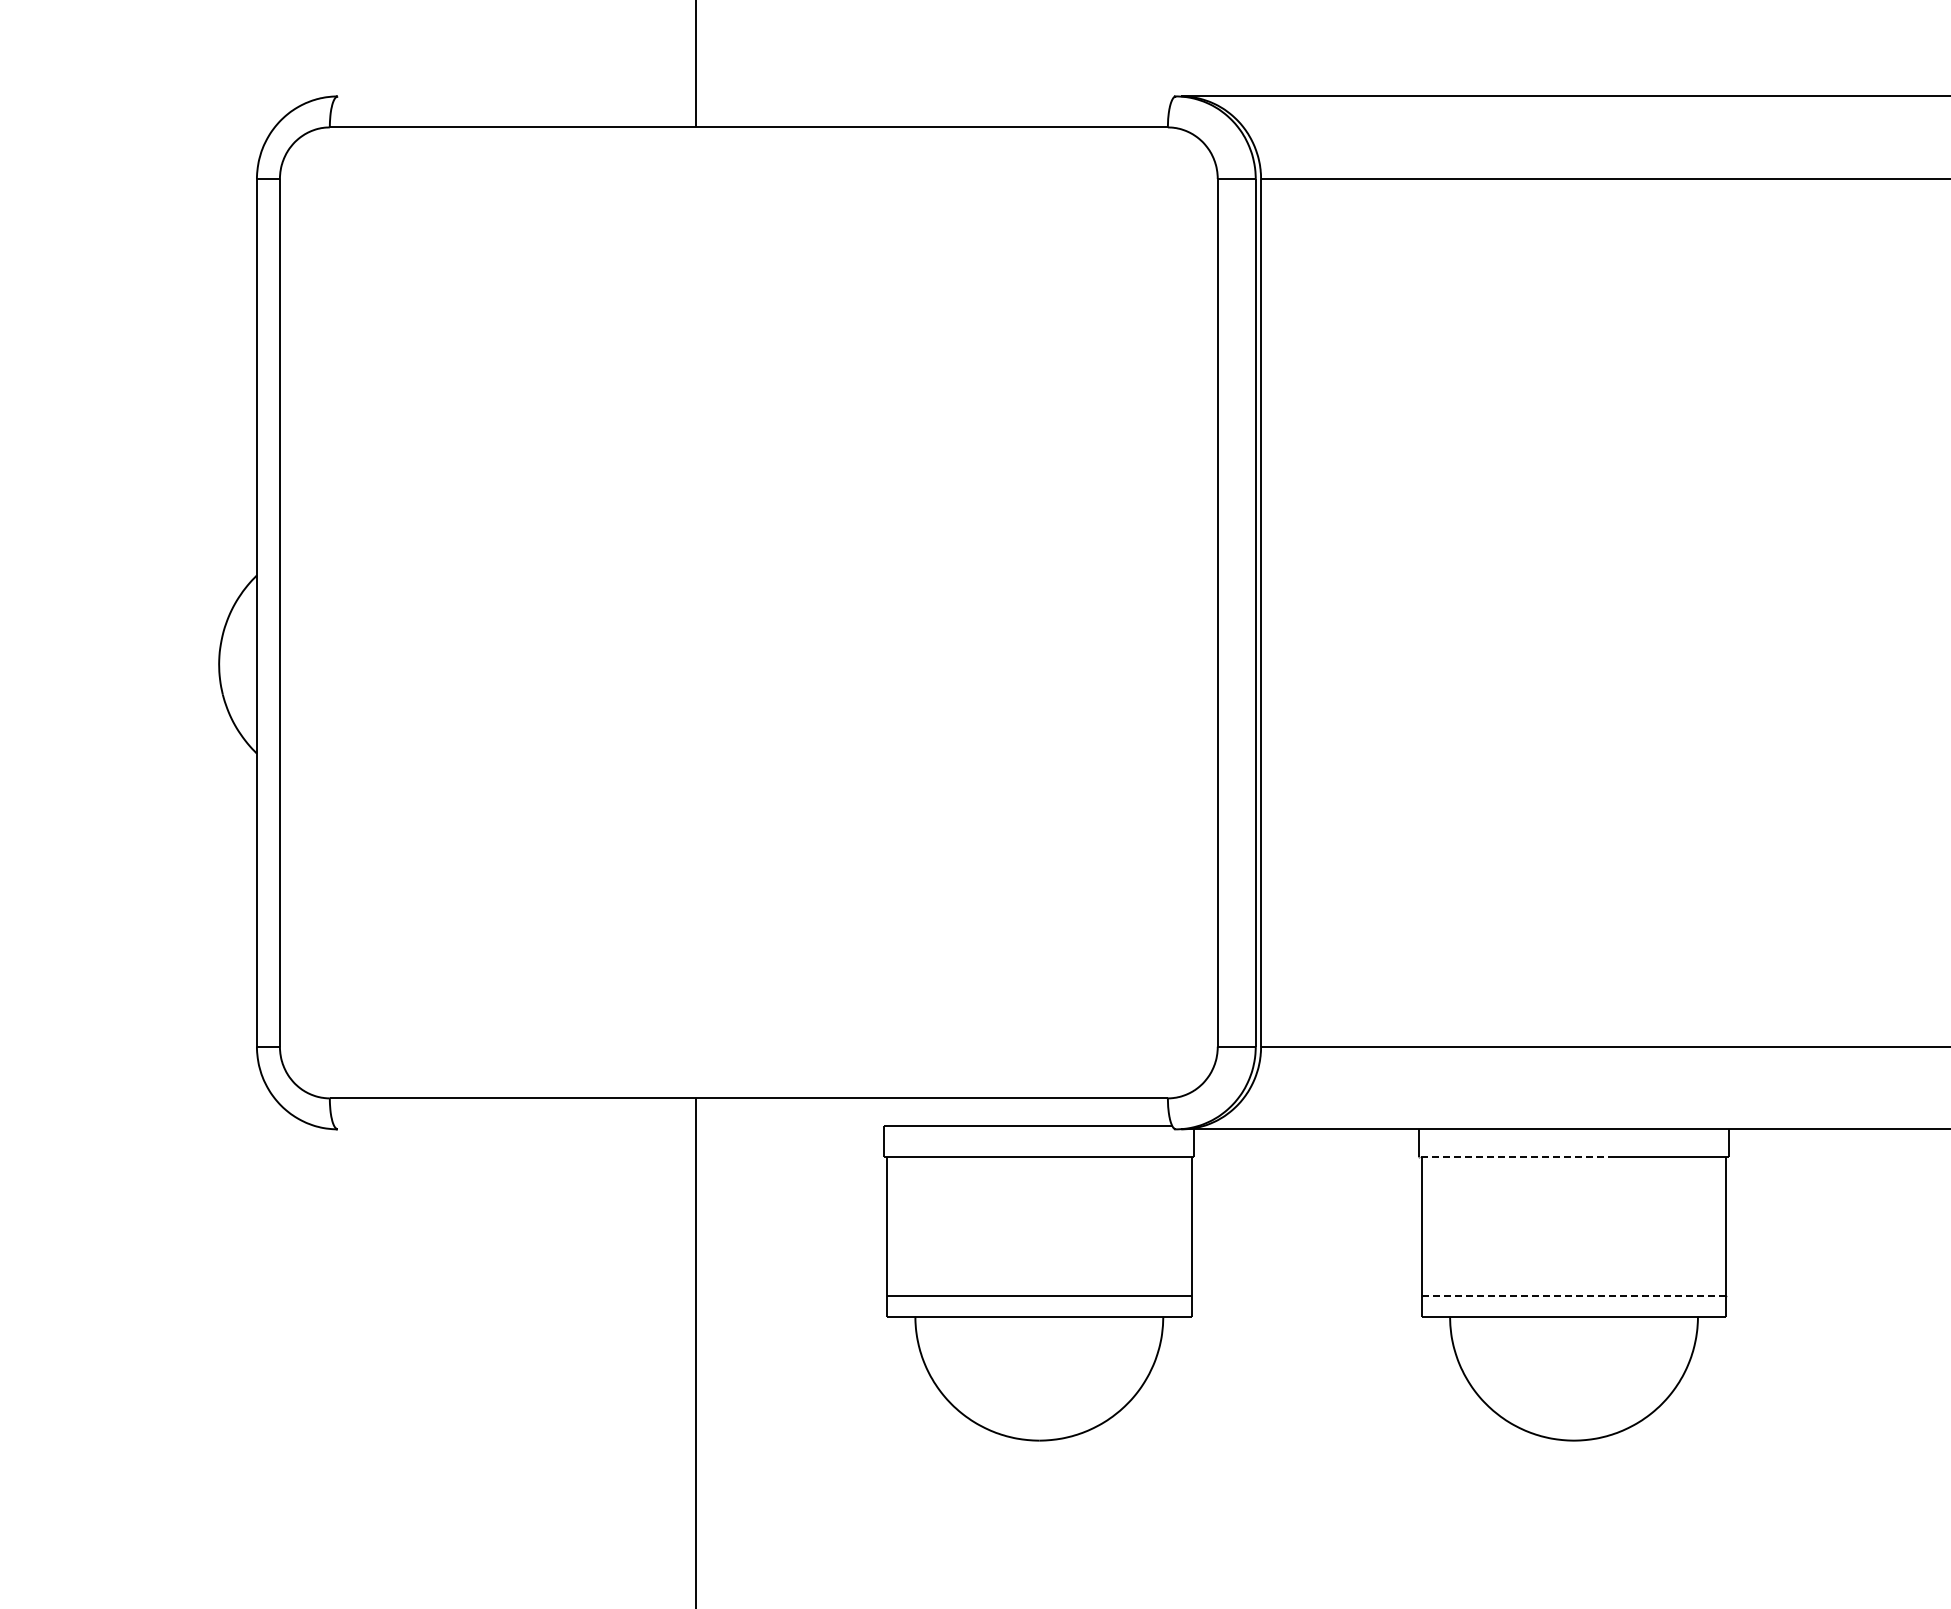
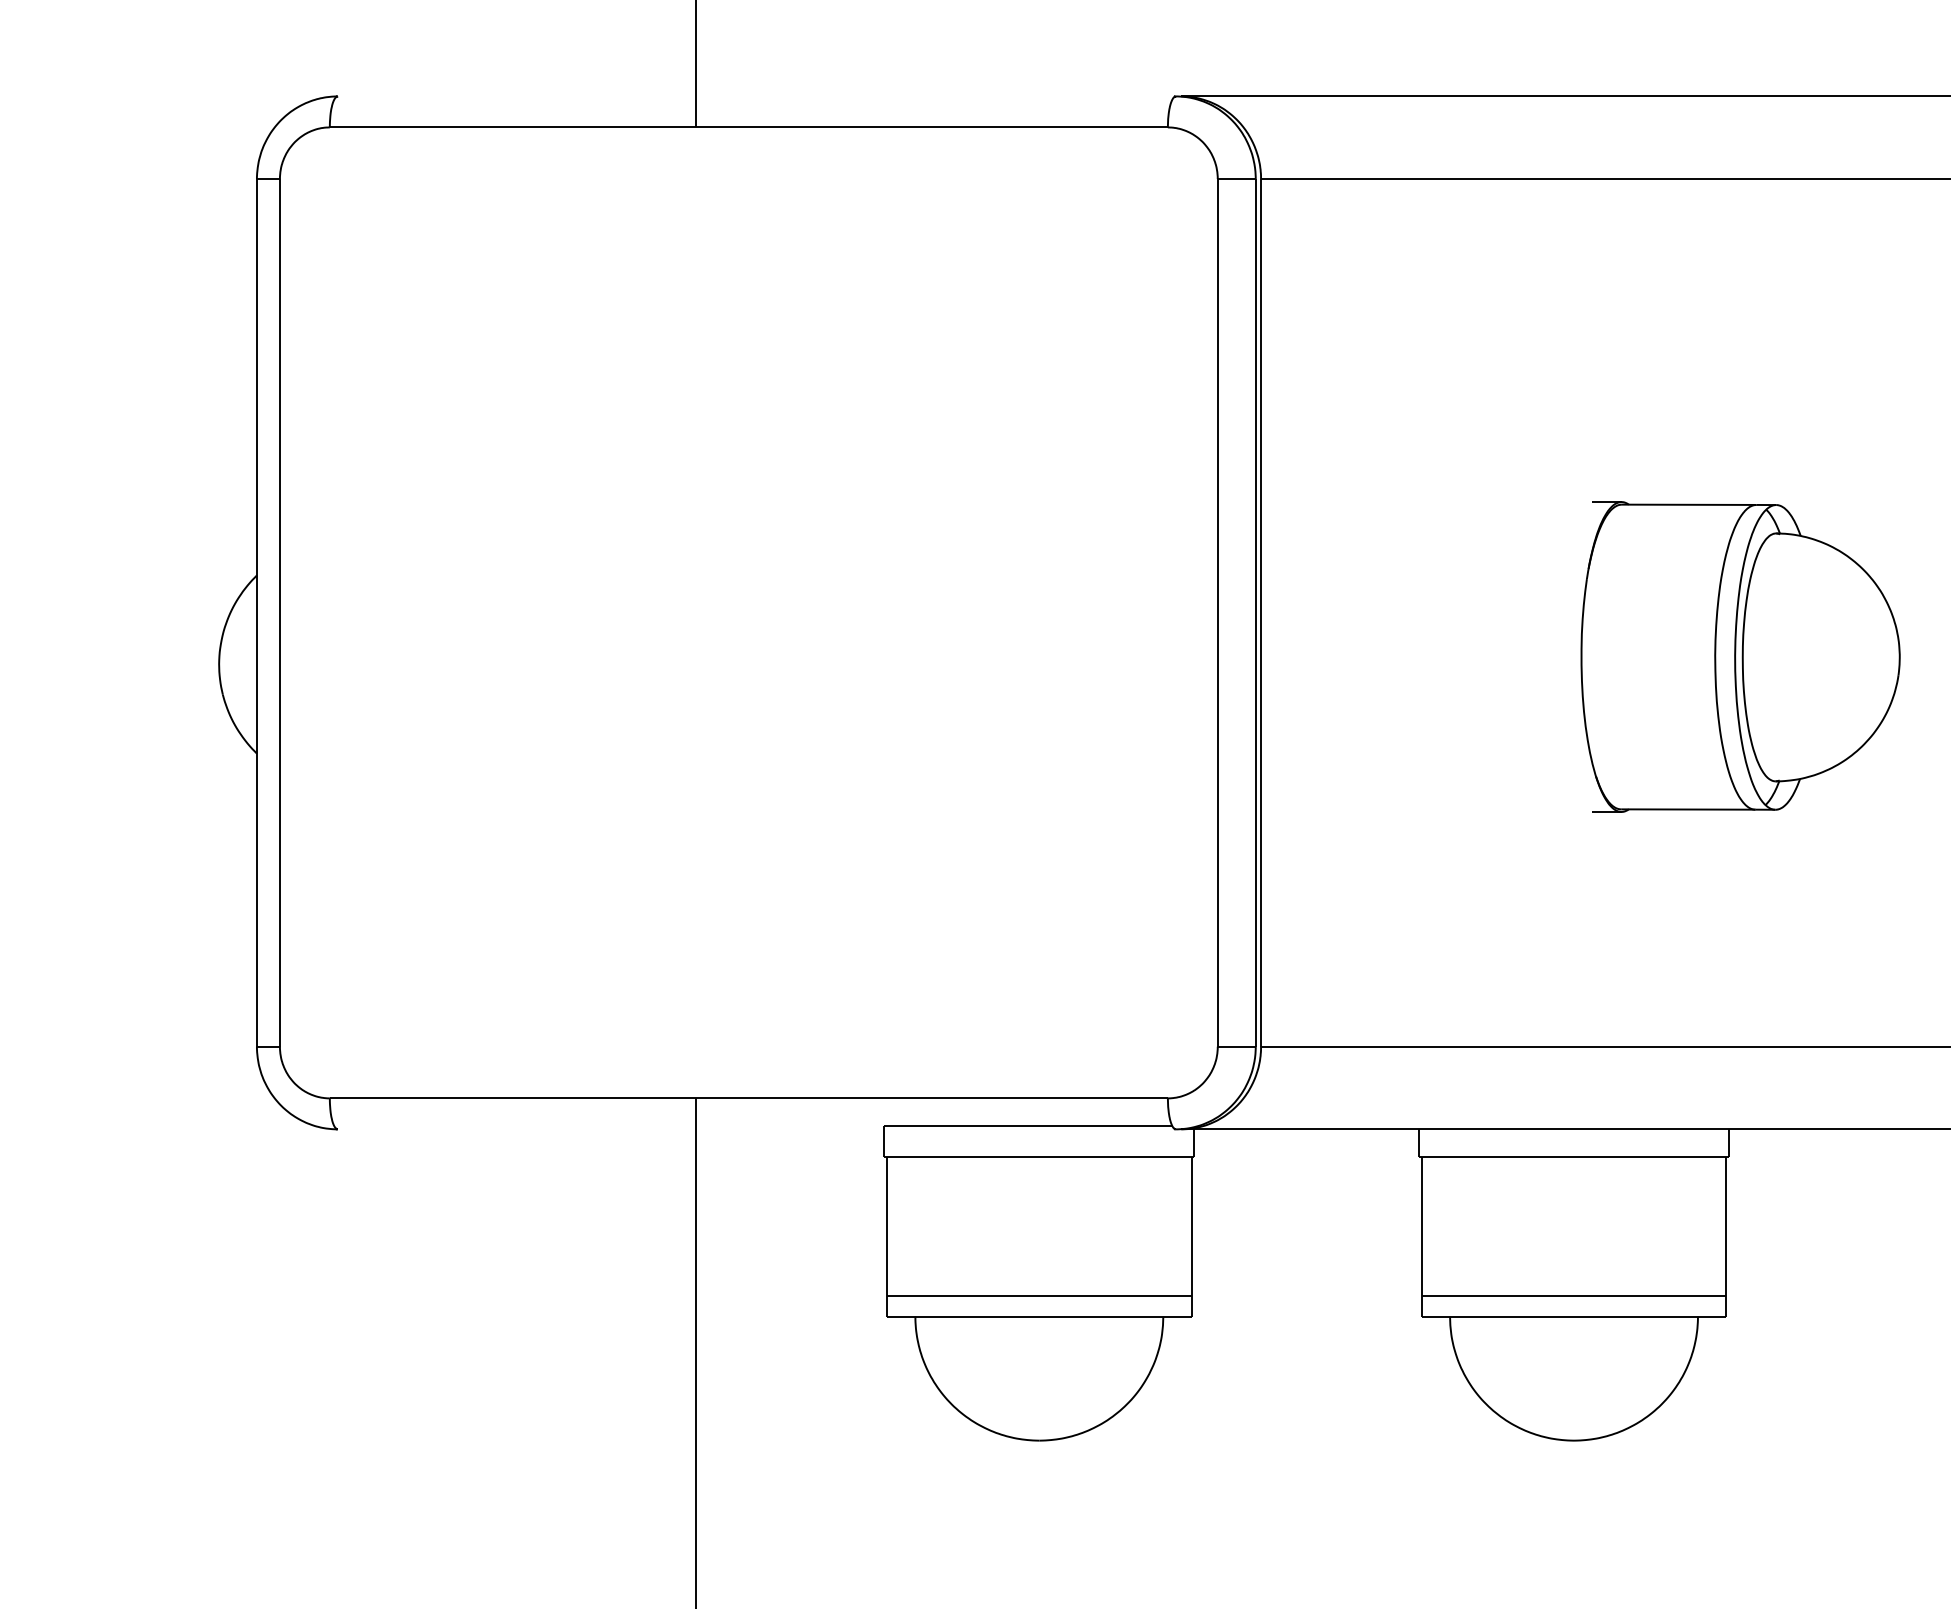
part at (1740, 656): none -> present
line at (1515, 1156): dashed -> solid
line at (1574, 1296): dashed -> solid
